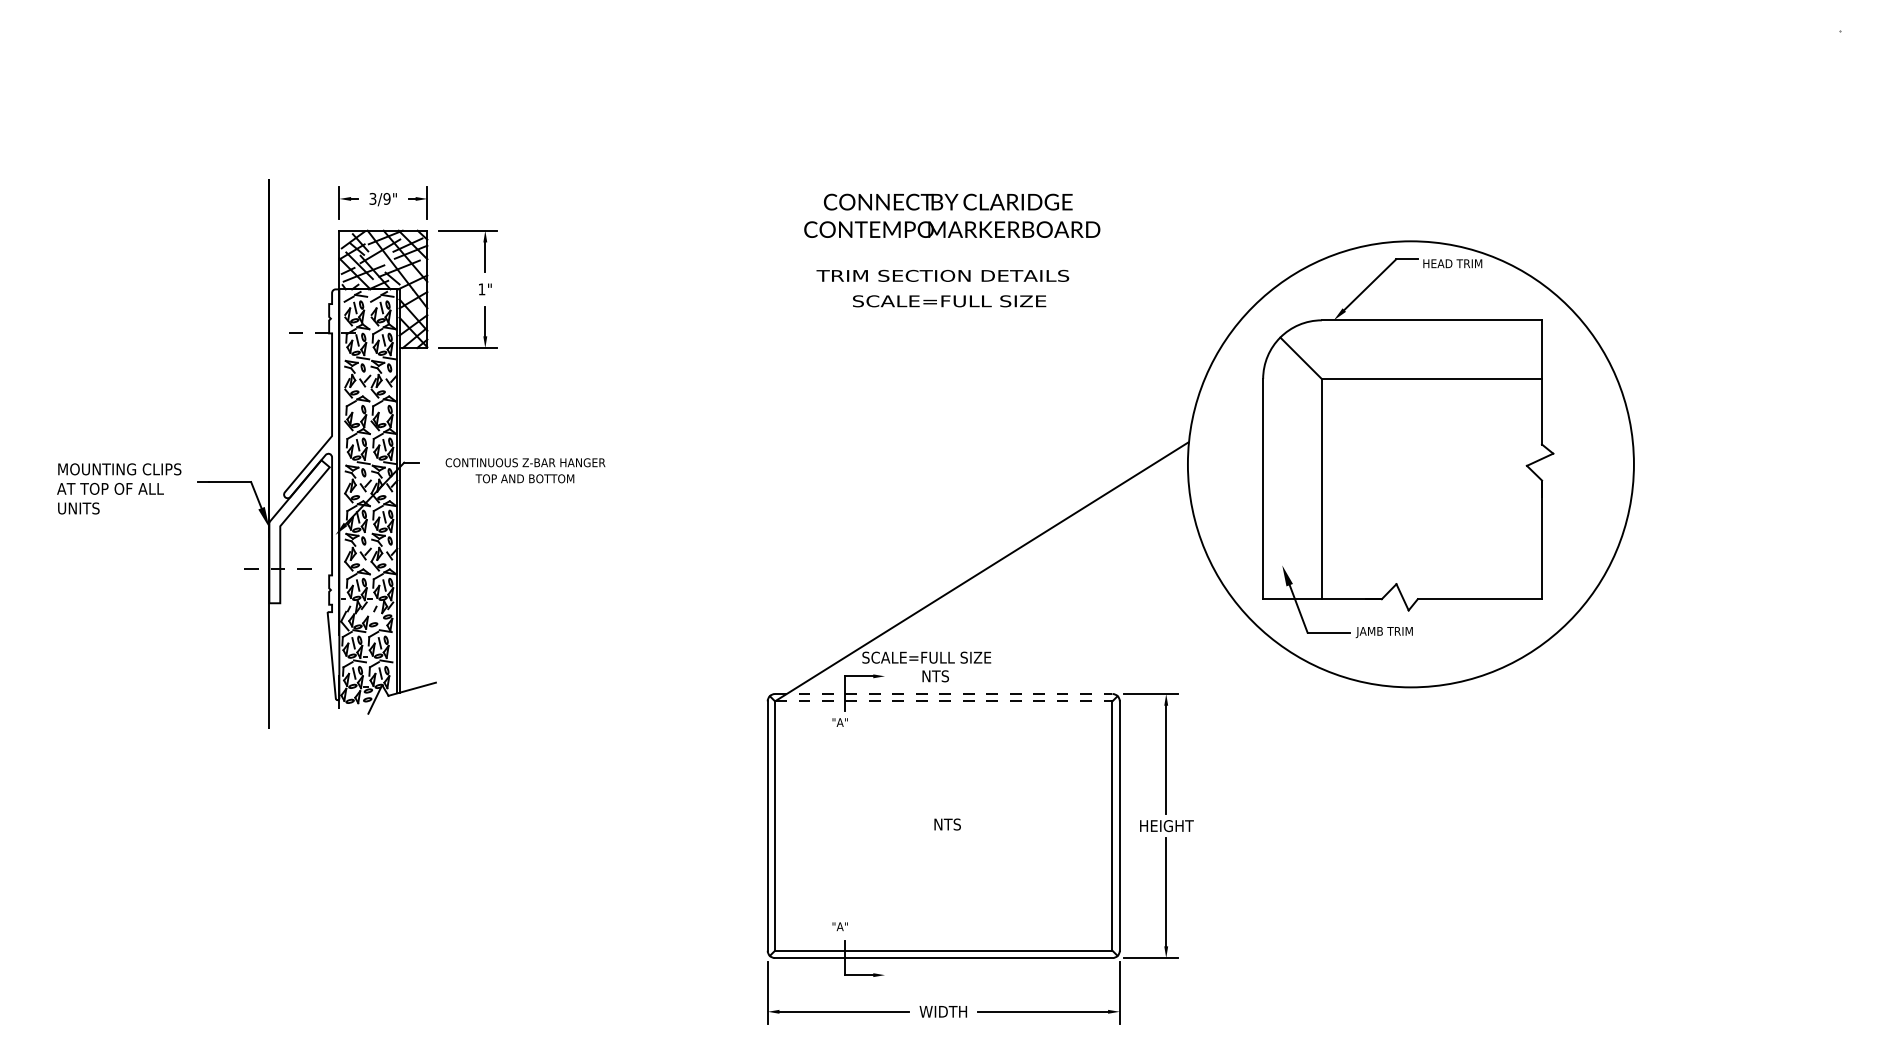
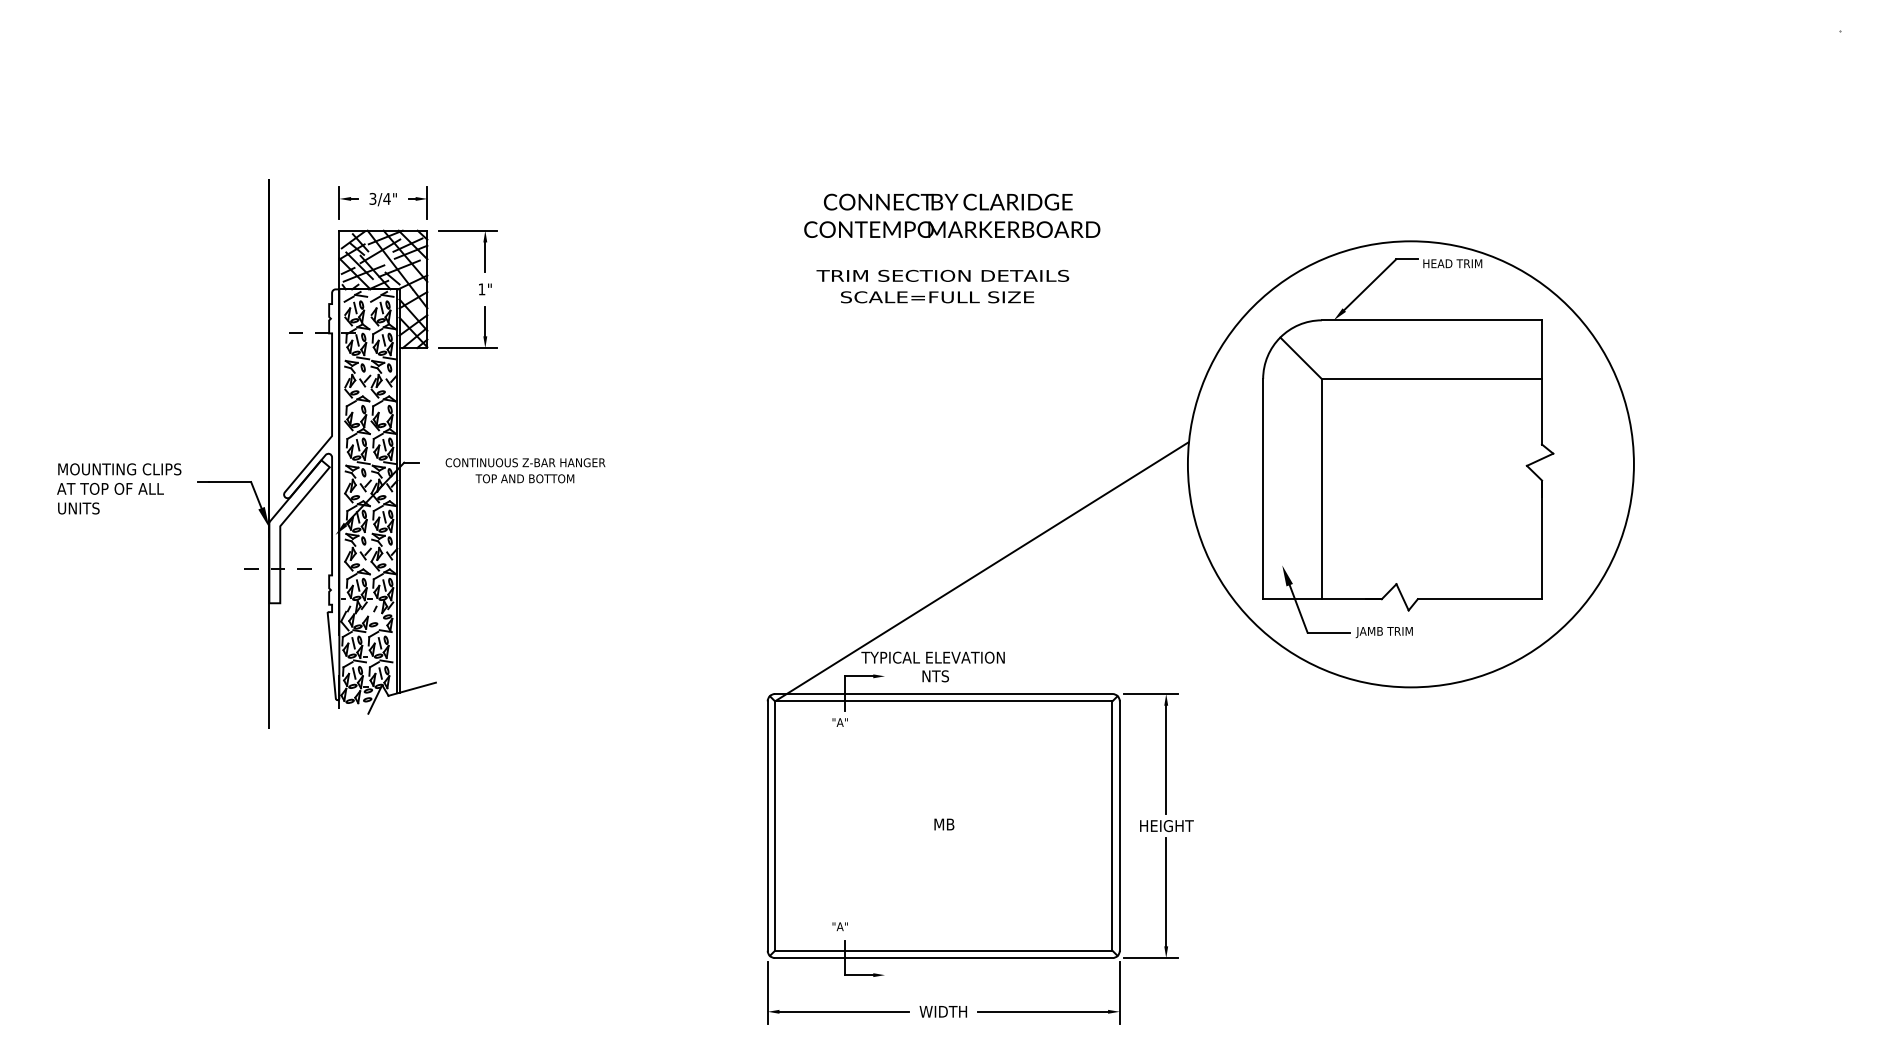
text at (386, 198): 3/9" -> 3/4"
text at (949, 301) position: (949, 301) -> (937, 297)
text at (932, 657): SCALE=FULL SIZE -> TYPICAL ELEVATION
line at (943, 694): dashed -> solid
line at (943, 701): dashed -> solid
text at (948, 824): NTS -> MB
